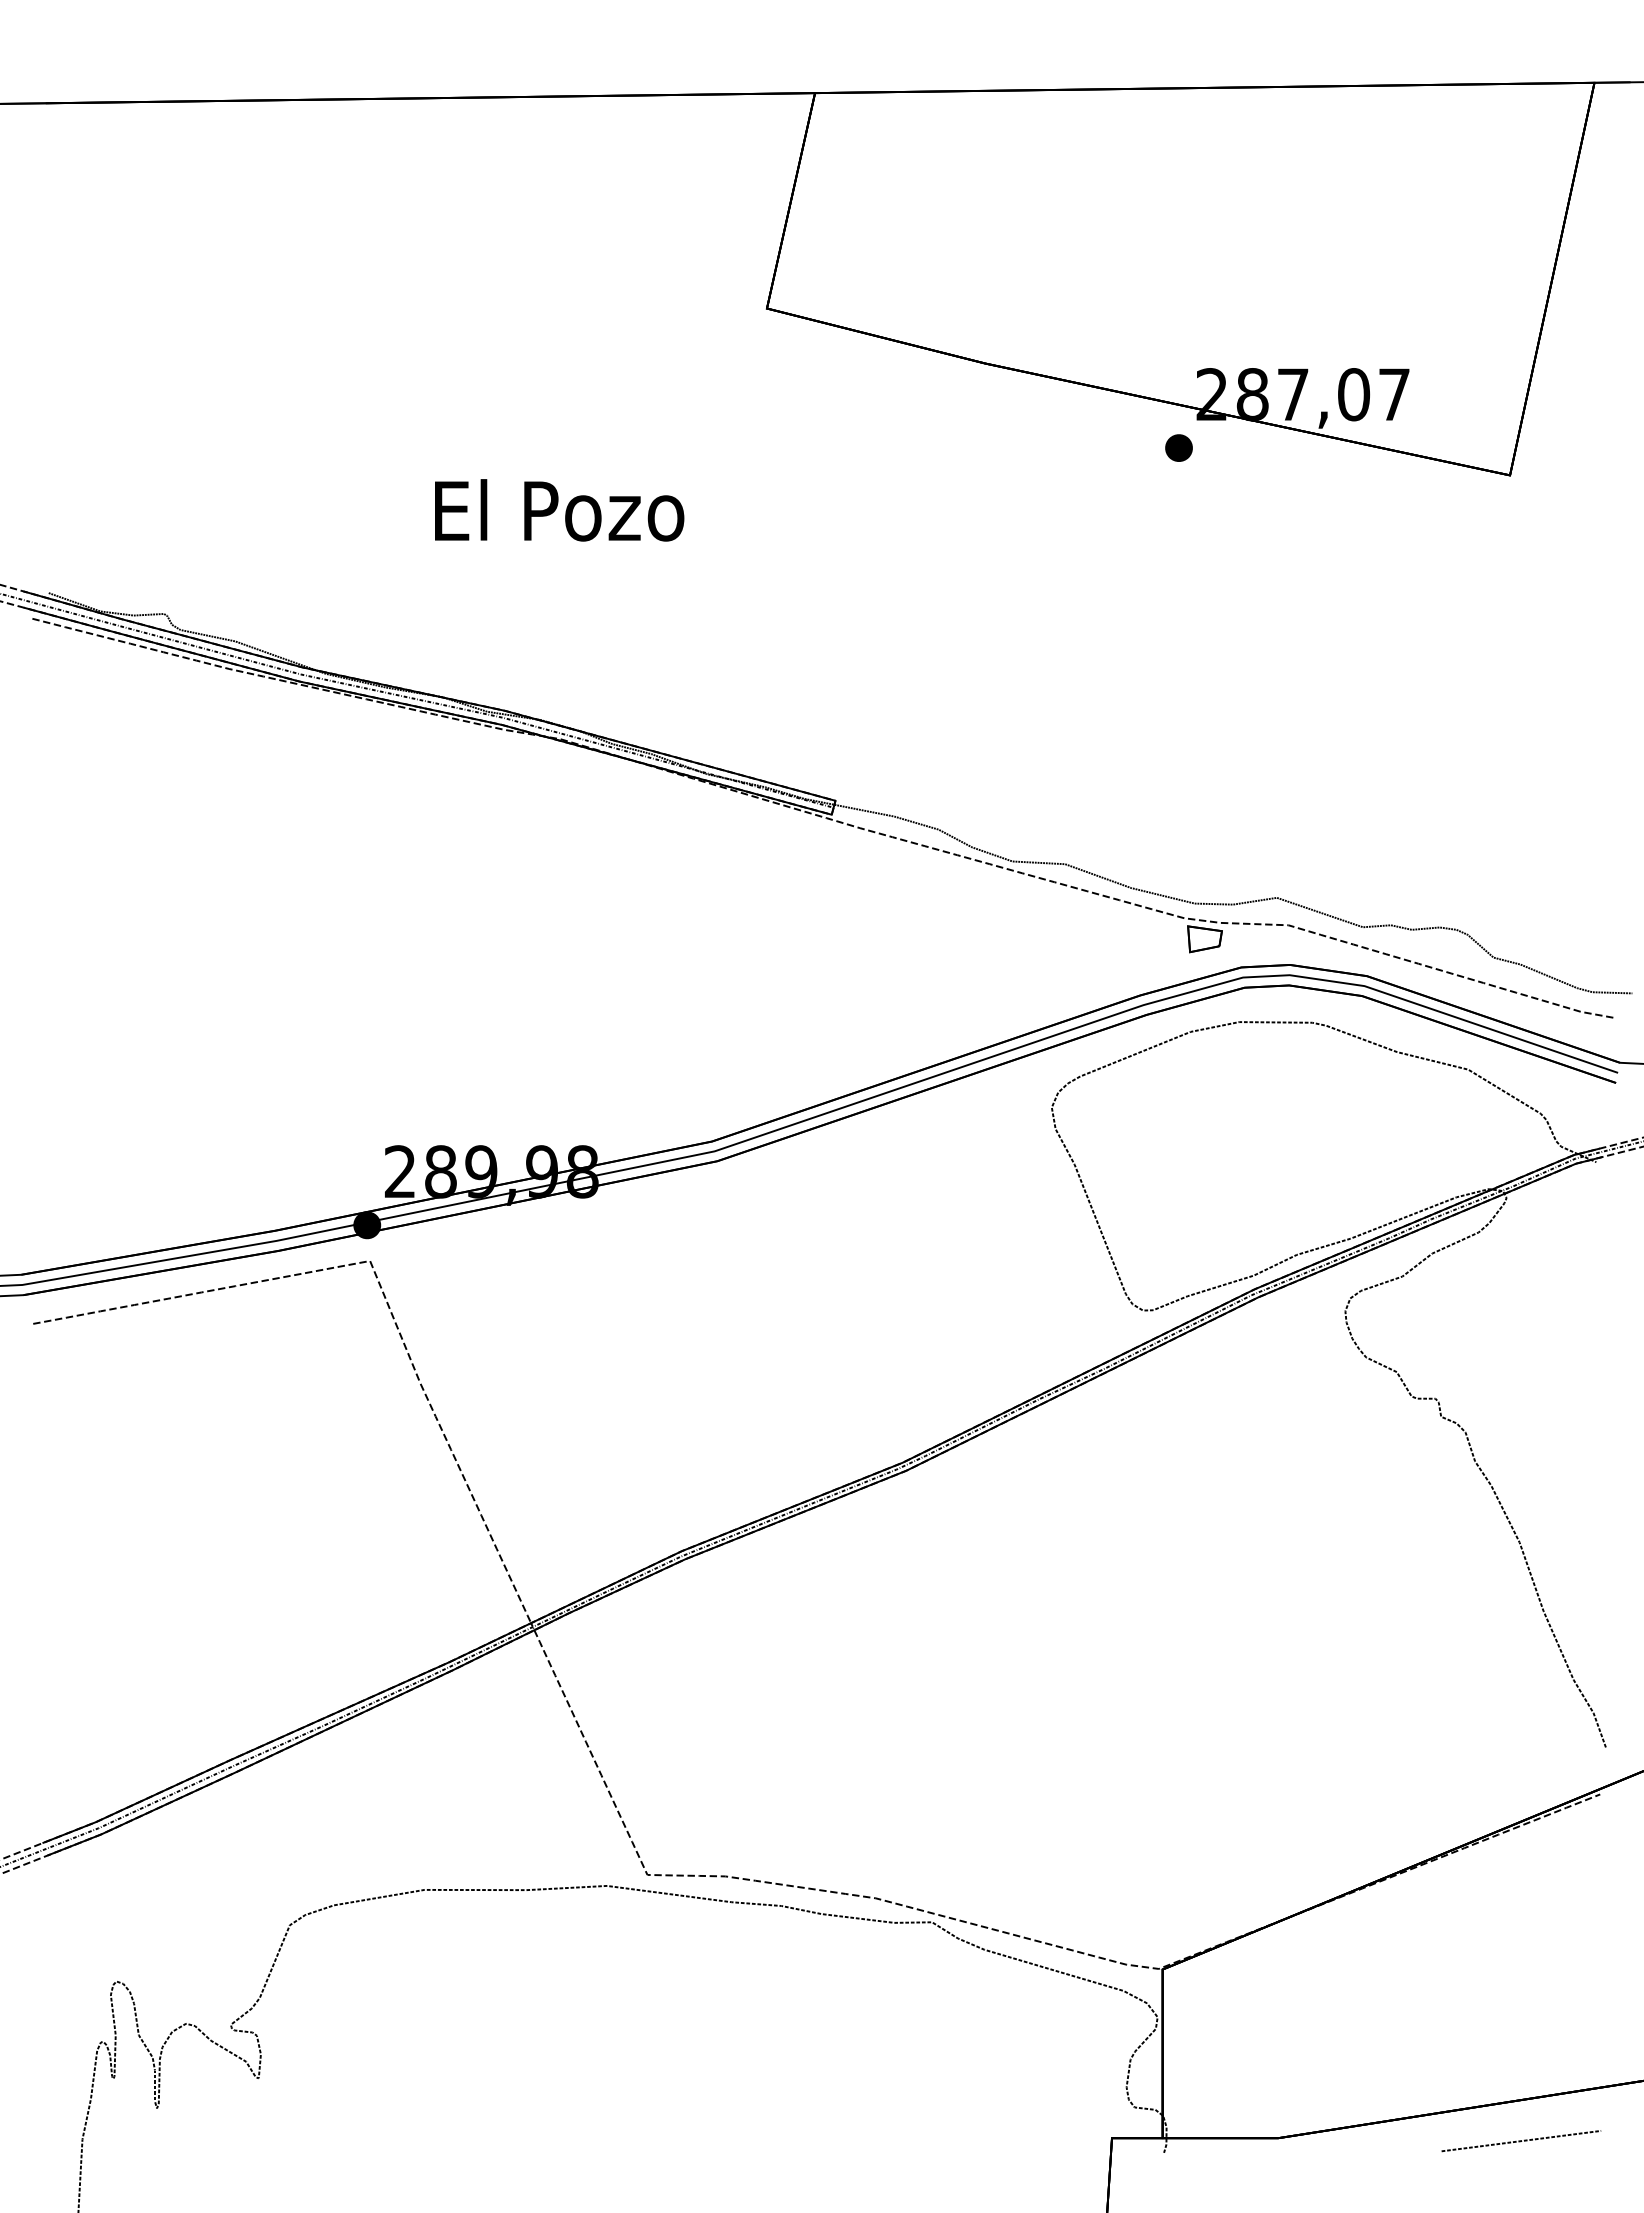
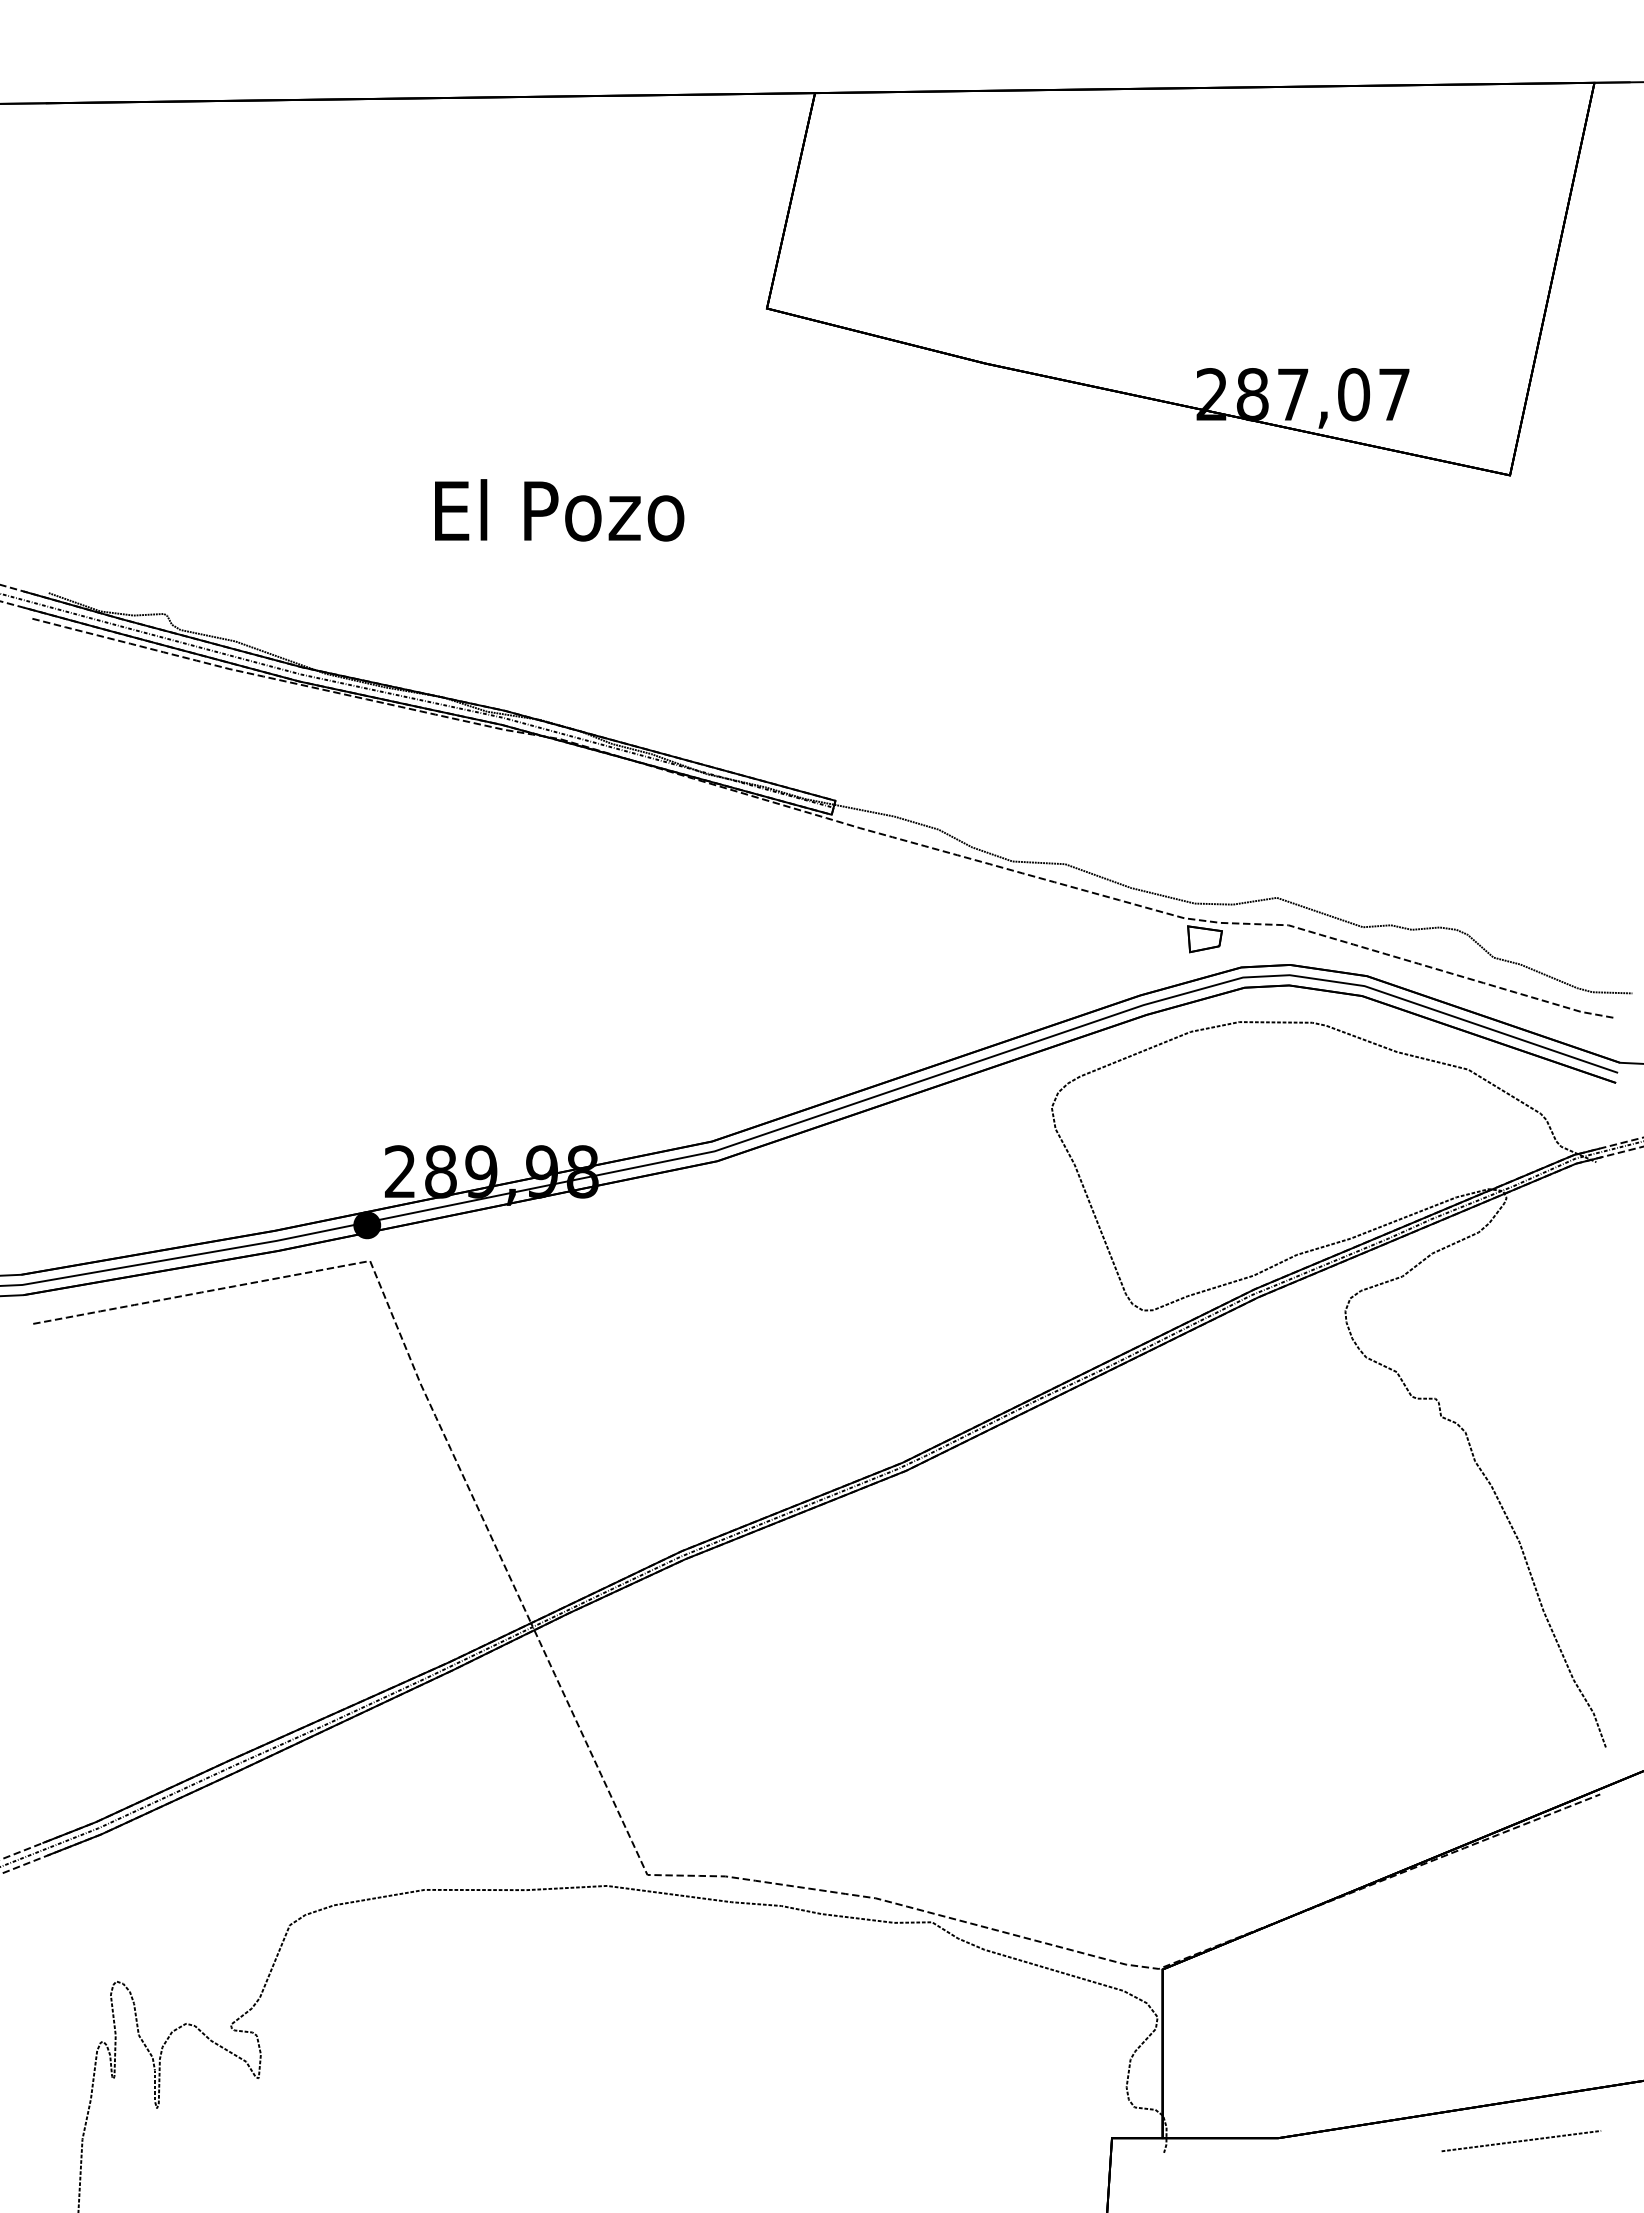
part at (1178, 447): present -> none
